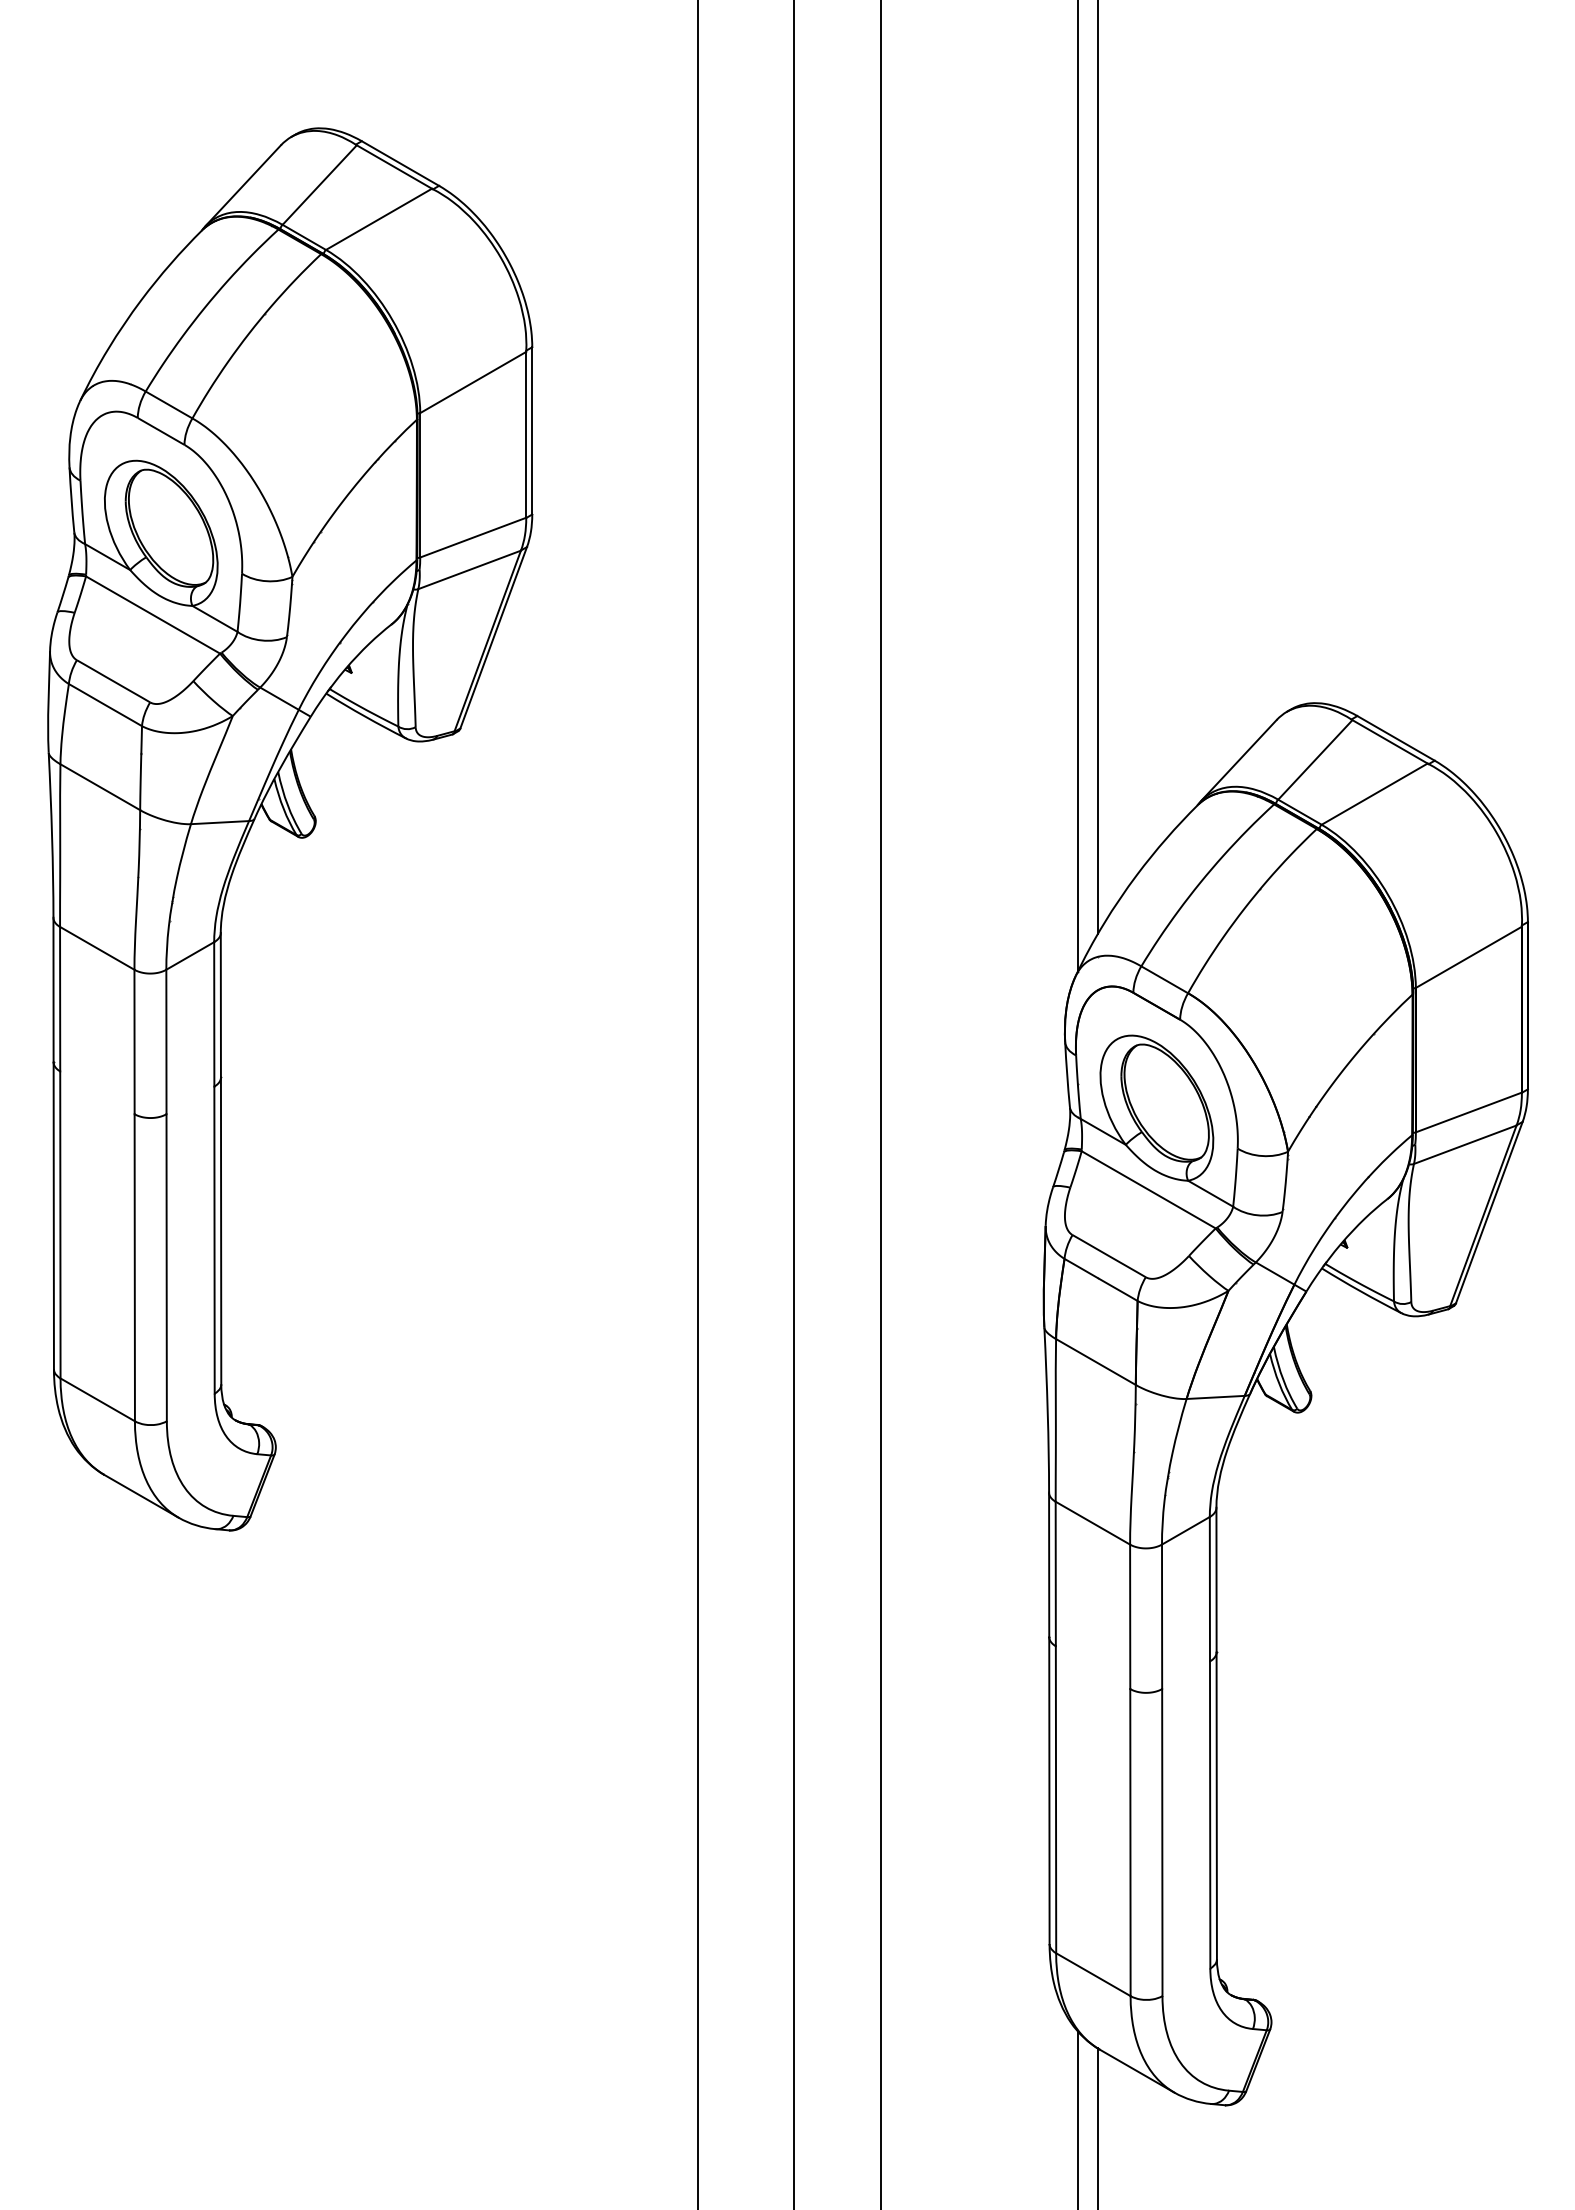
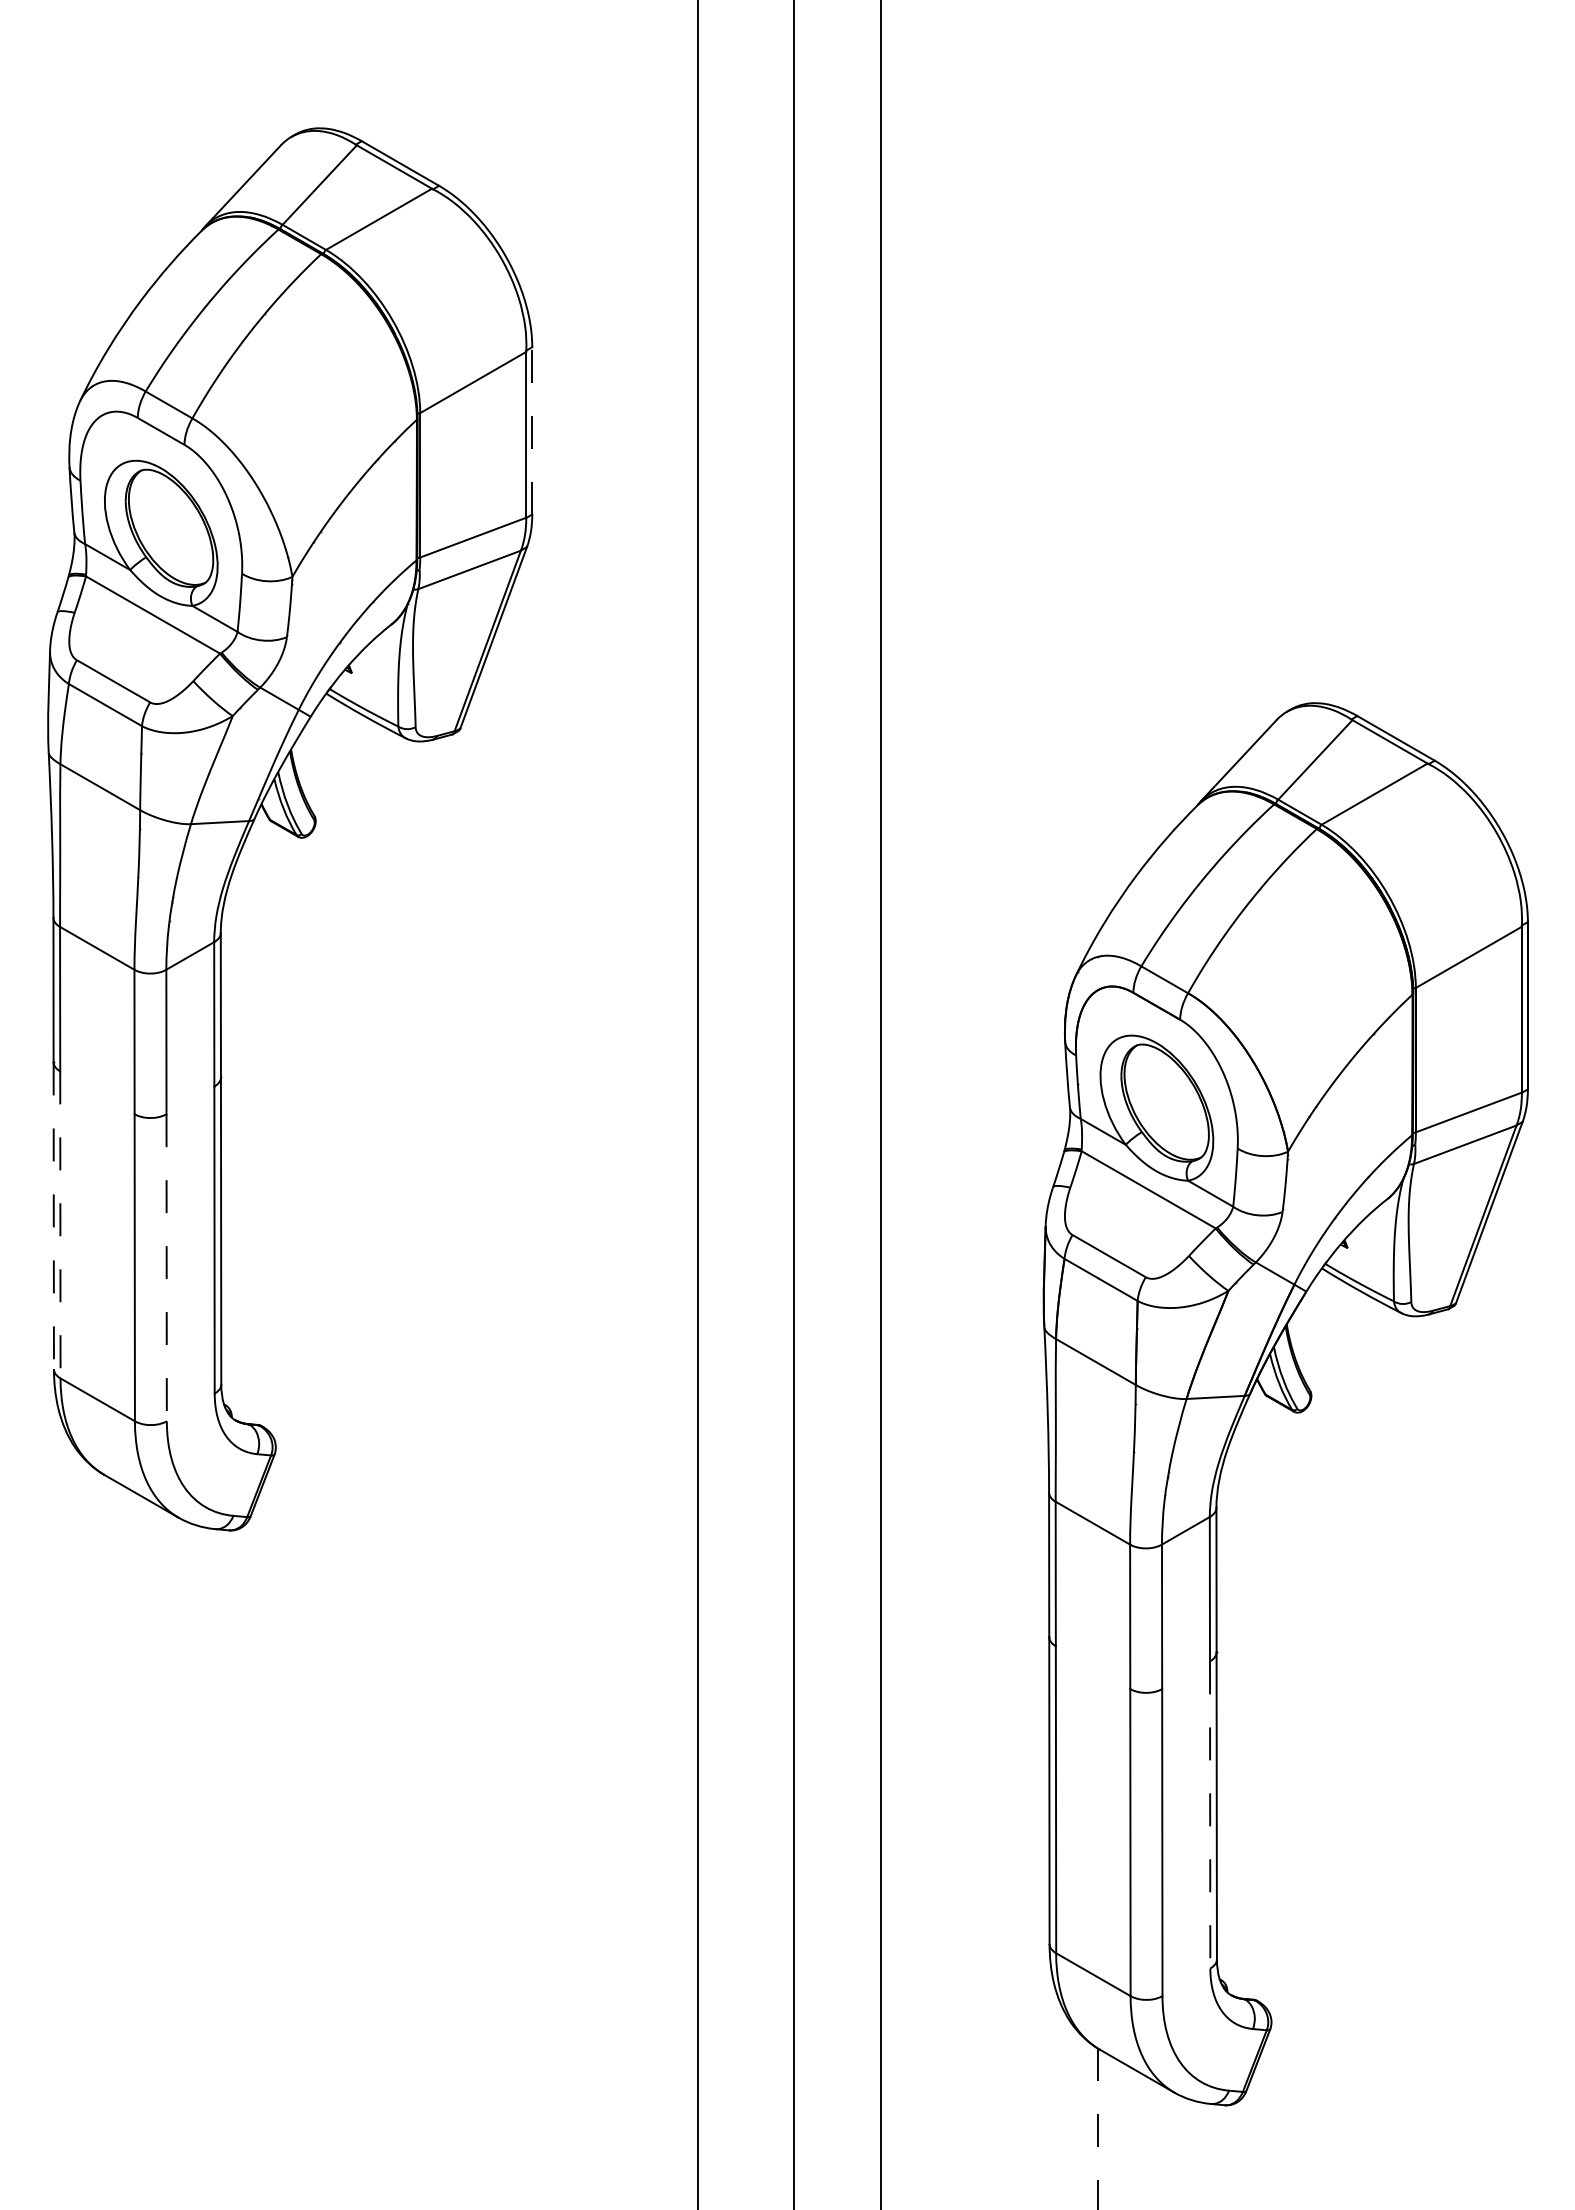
line at (532, 430): solid -> dashed
line at (1097, 468): present -> none
line at (1077, 486): present -> none
line at (53, 1216): solid -> dashed
line at (60, 1224): solid -> dashed
line at (166, 1267): solid -> dashed
line at (1210, 1814): solid -> dashed
line at (1077, 2118): present -> none
line at (1097, 2129): solid -> dashed
